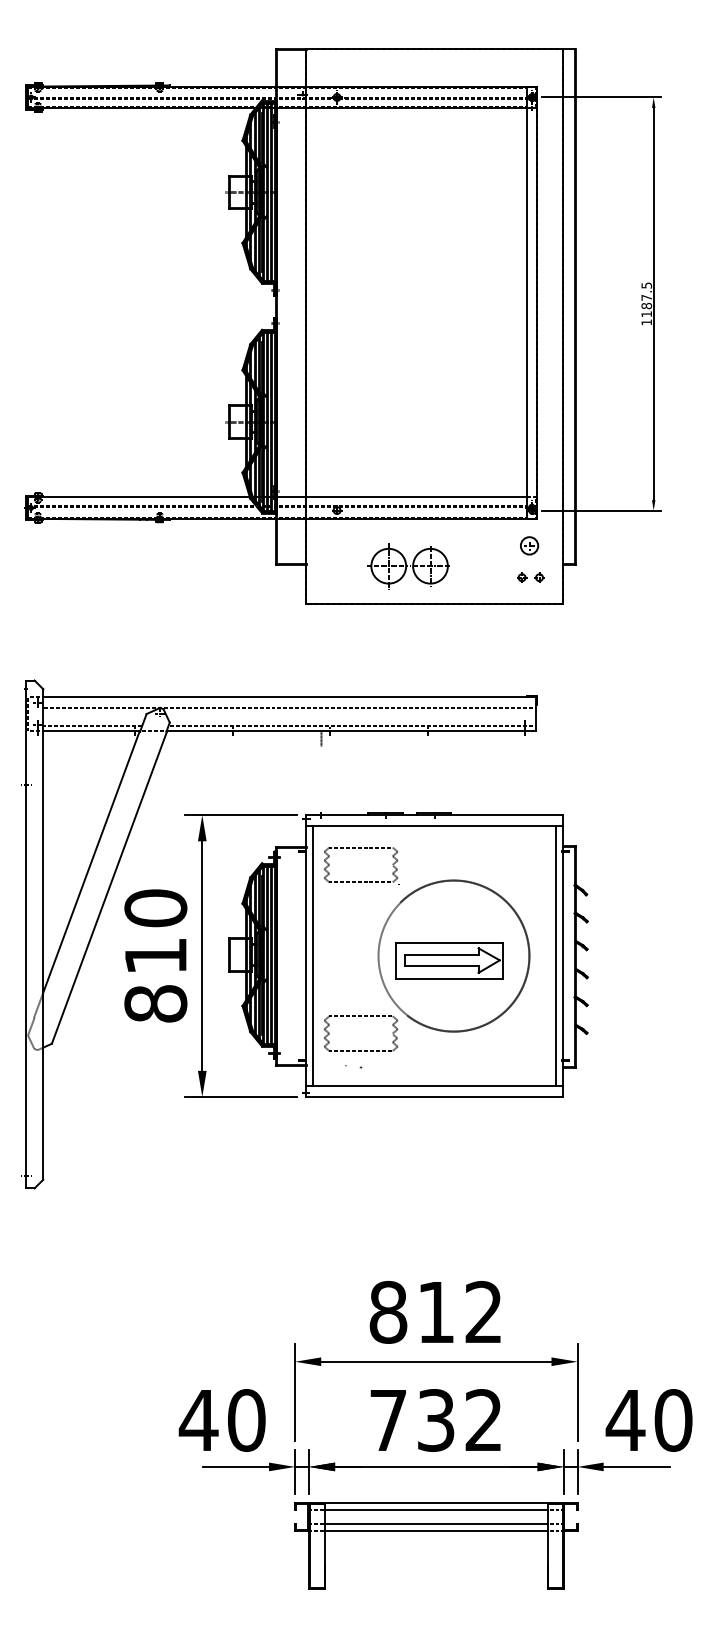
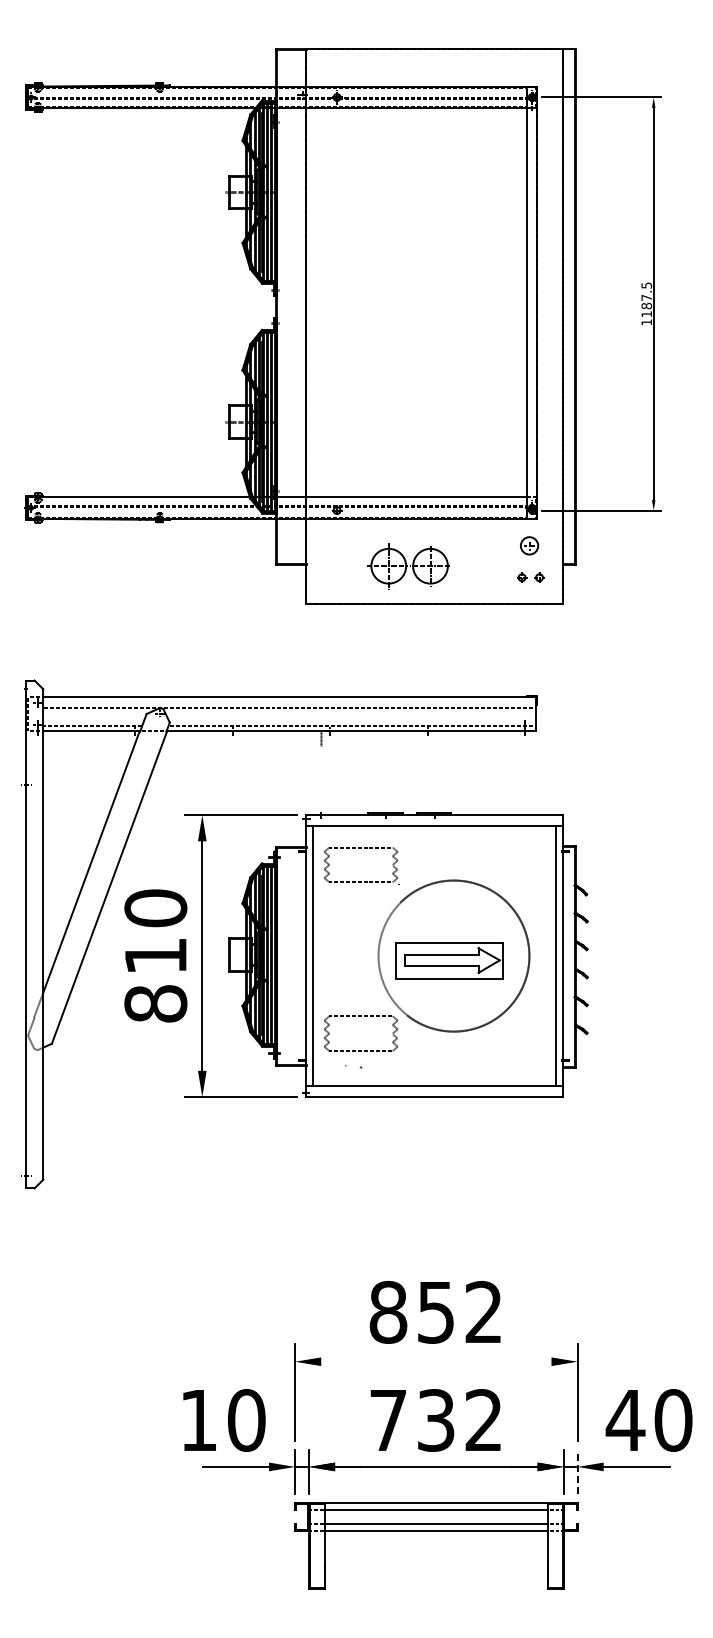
text at (435, 1312): 812 -> 852
line at (436, 1361): present -> none
text at (198, 1420): 40 -> 10
line at (577, 1471): solid -> dashed
